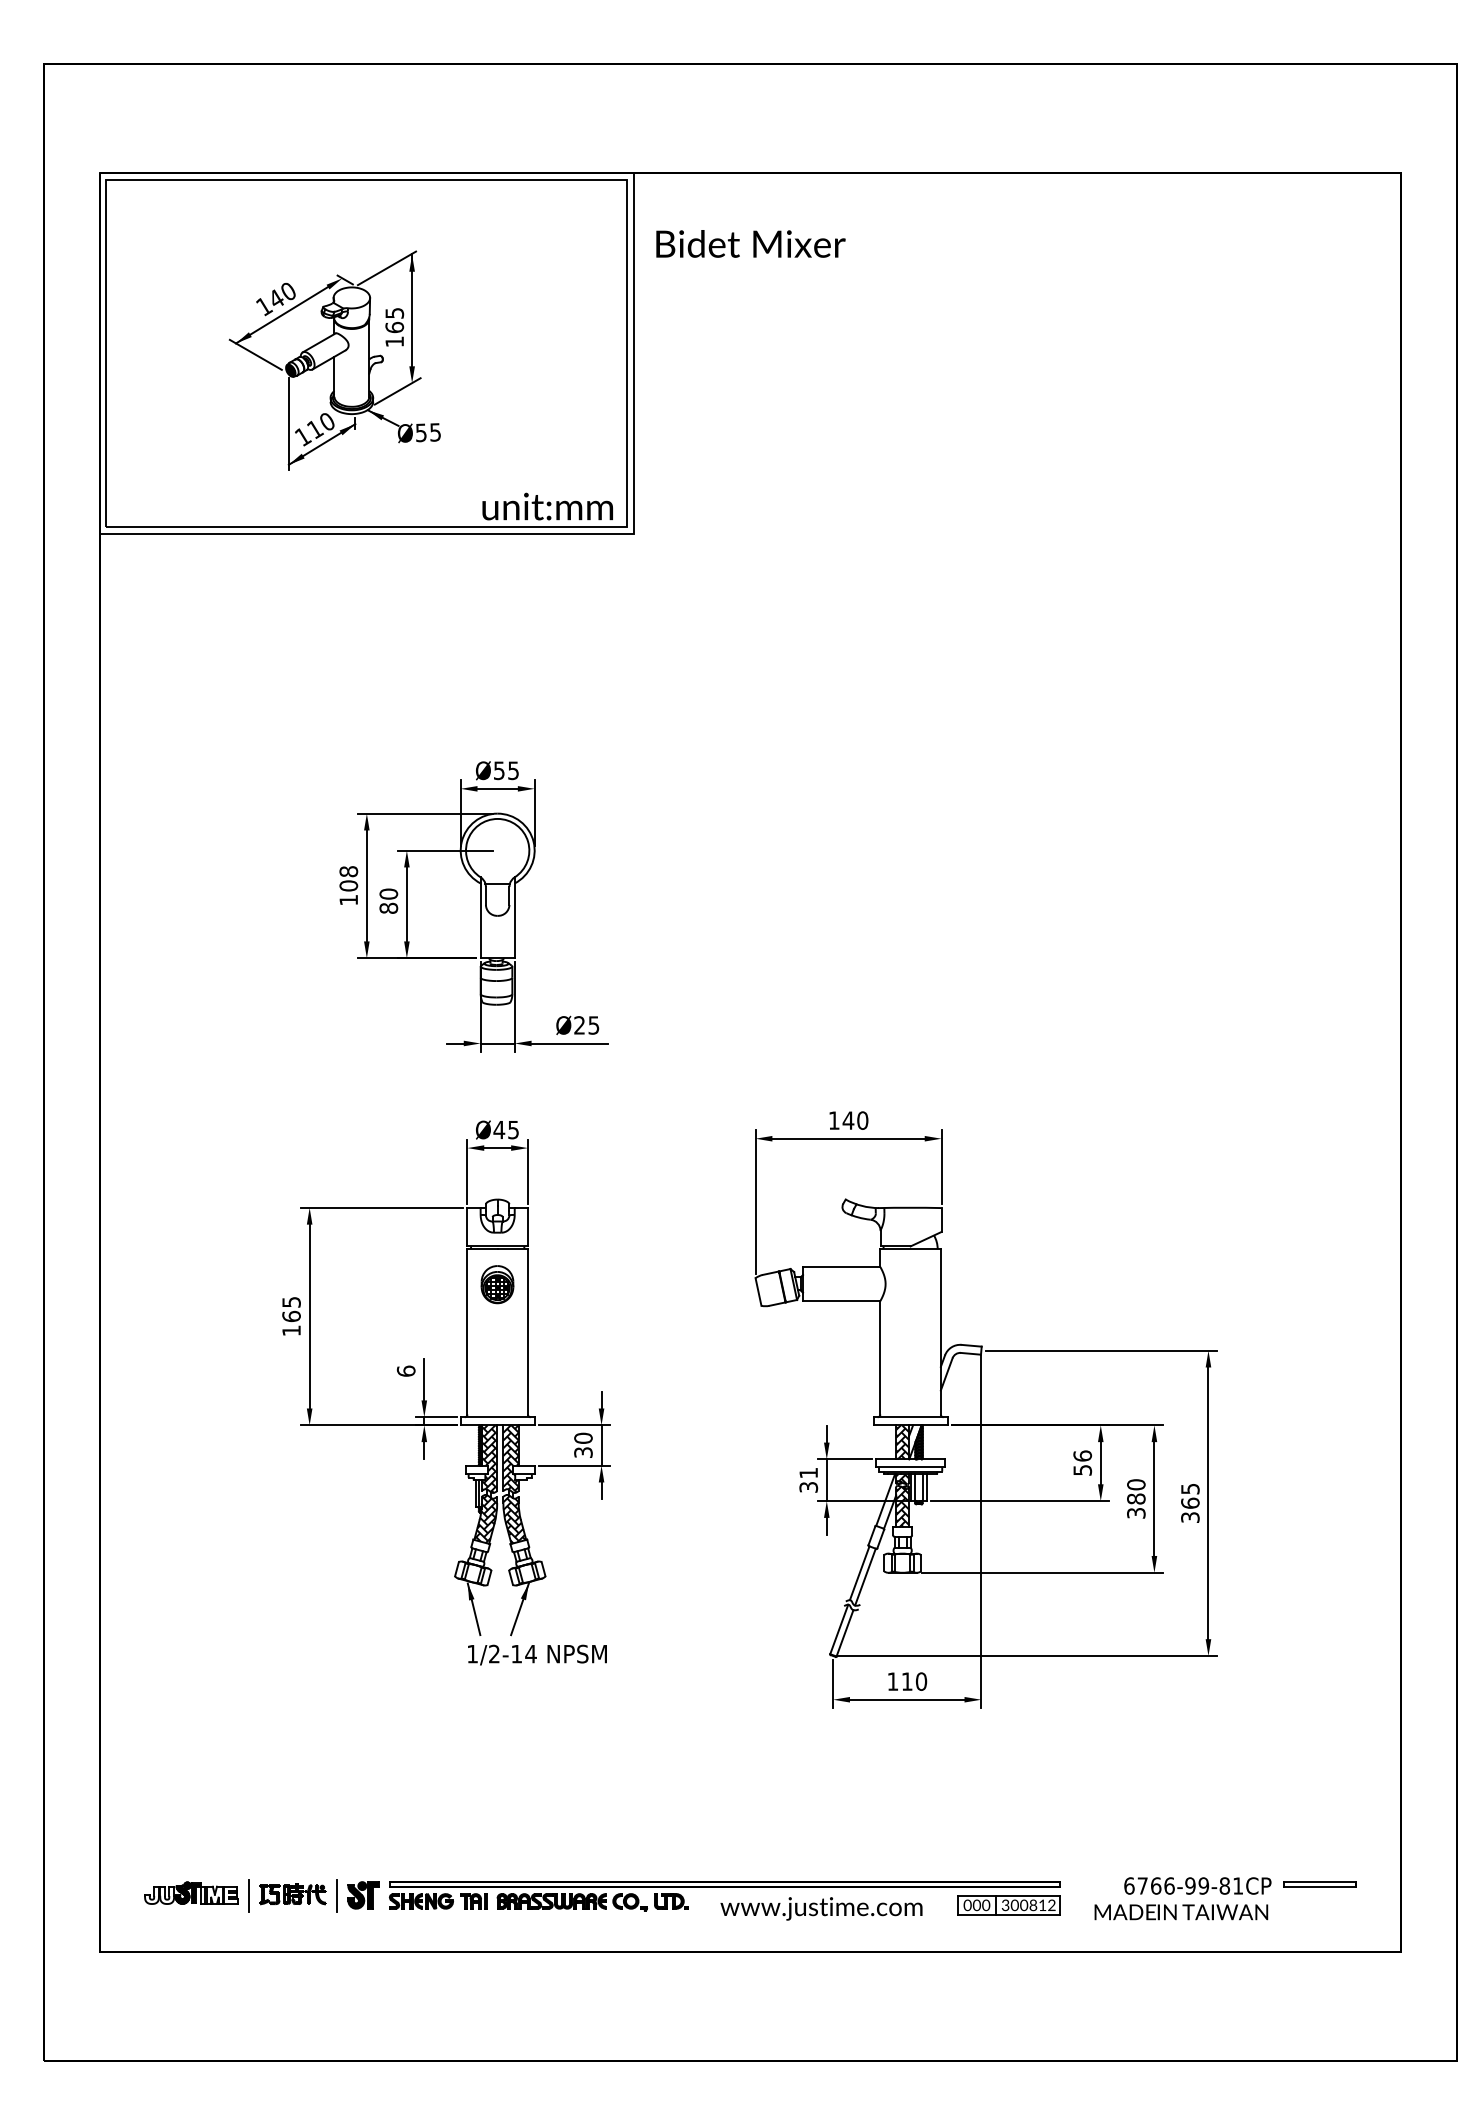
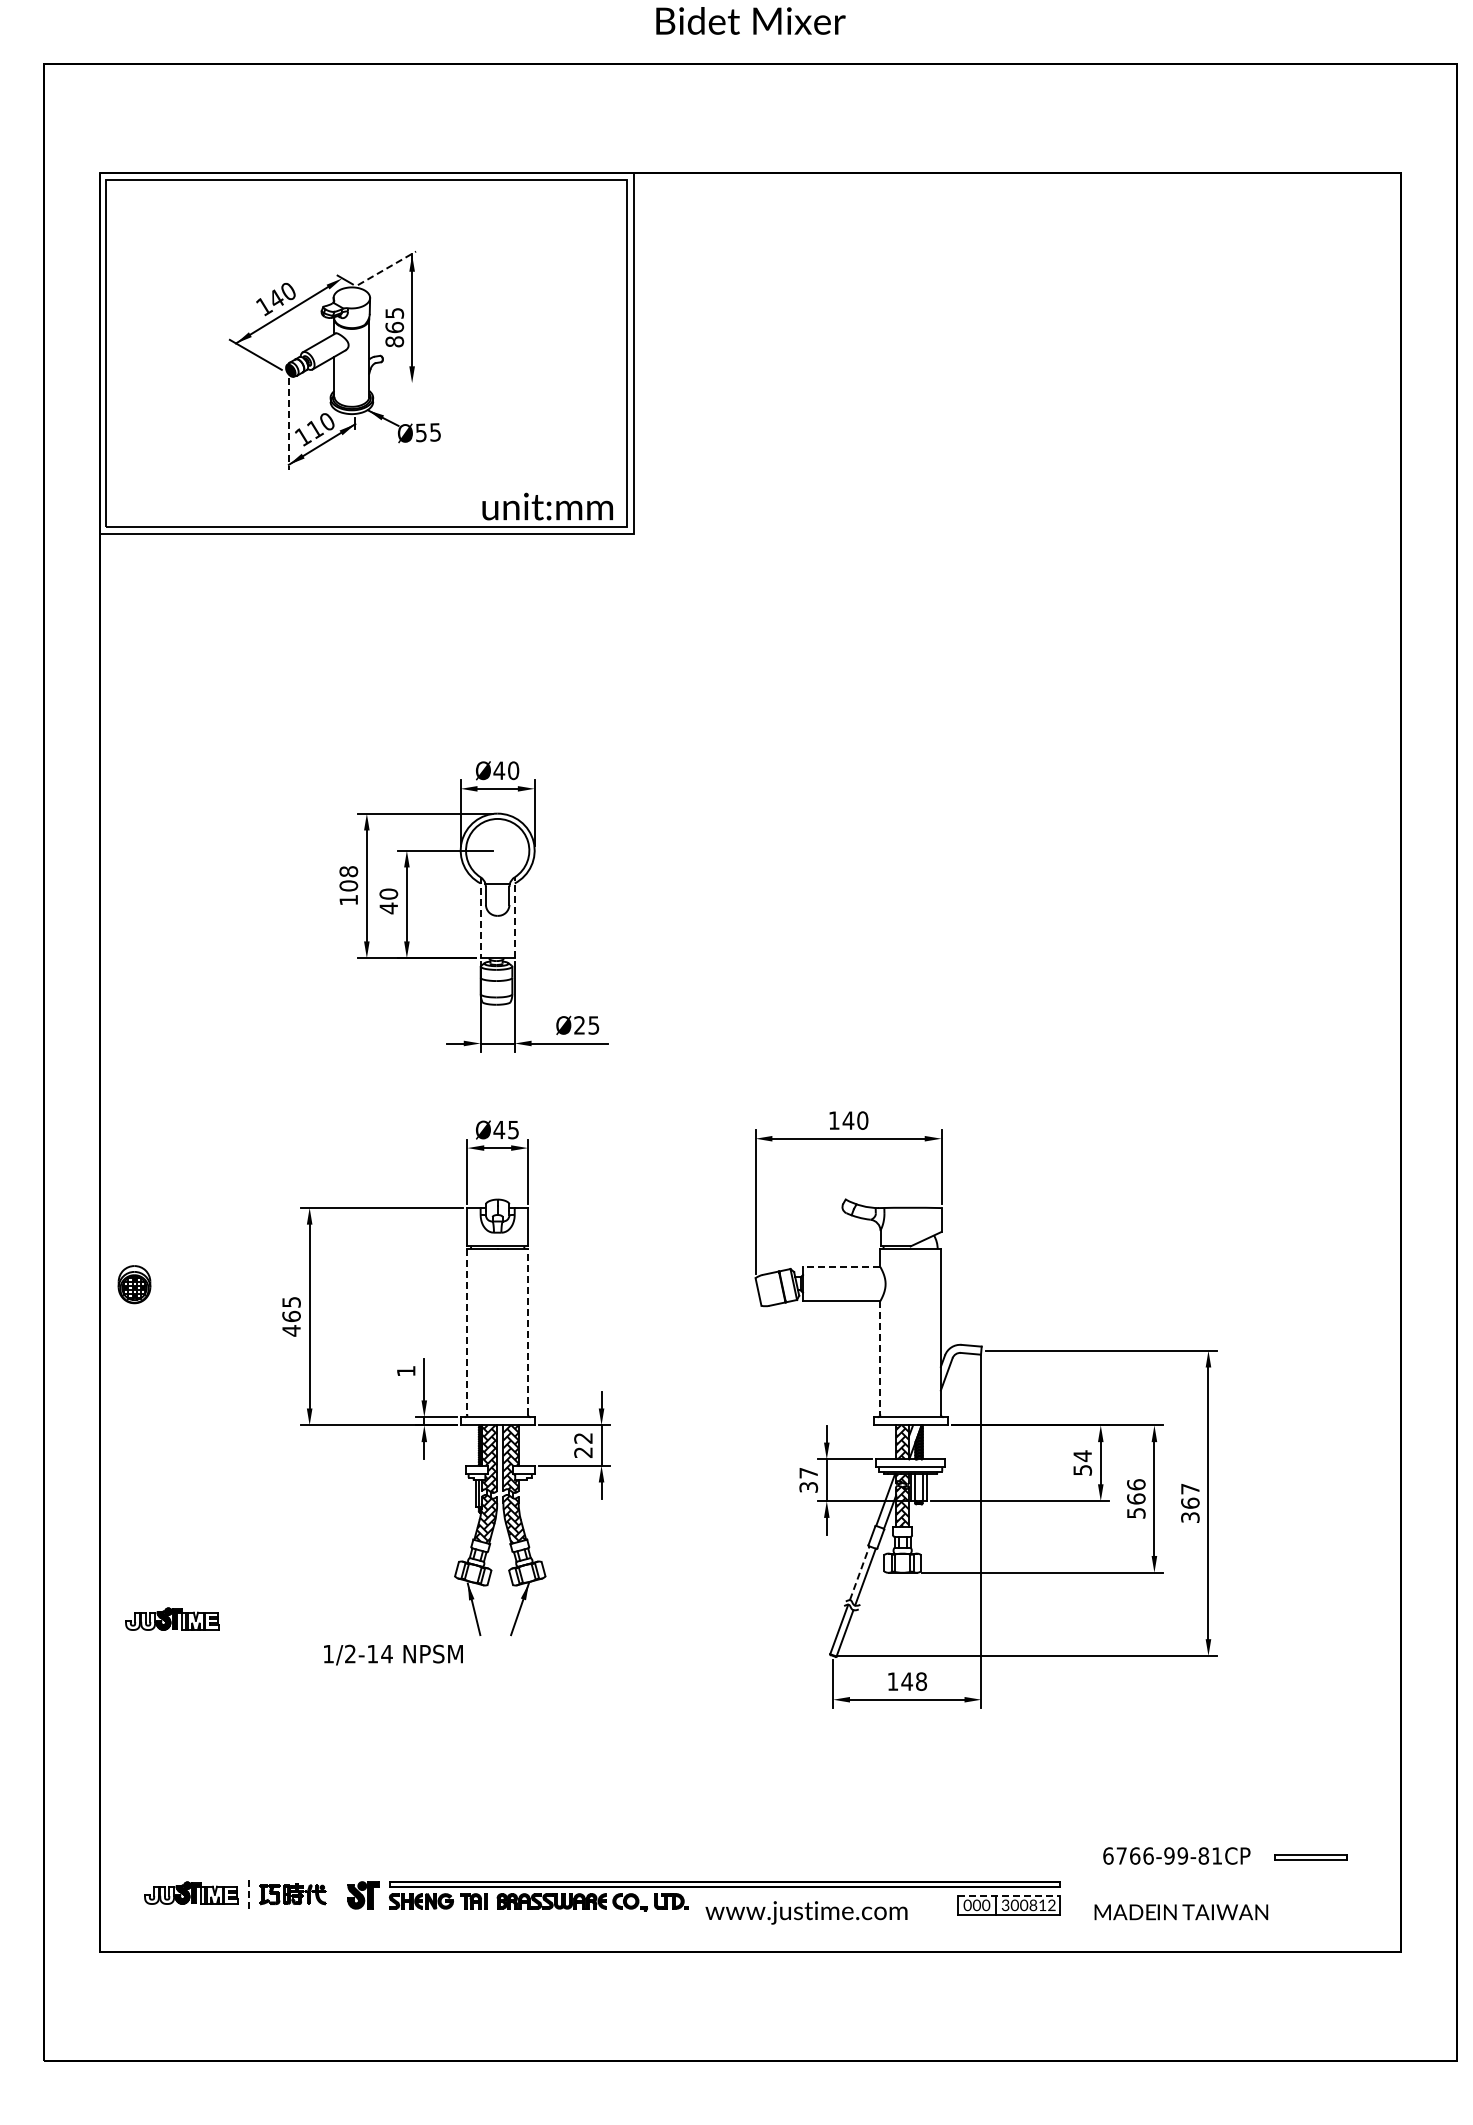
text at (750, 243) position: (750, 243) -> (750, 20)
line at (386, 268): solid -> dashed
text at (394, 341): 165 -> 865
line at (397, 391): present -> none
line at (288, 423): solid -> dashed
text at (506, 770): Ø55 -> Ø40
text at (388, 908): 80 -> 40
line at (514, 917): solid -> dashed
line at (480, 918): solid -> dashed
line at (841, 1266): solid -> dashed
part at (497, 1284) position: (497, 1284) -> (134, 1284)
text at (291, 1330): 165 -> 465
line at (467, 1331): solid -> dashed
line at (527, 1331): solid -> dashed
line at (880, 1357): solid -> dashed
text at (405, 1370): 6 -> 1
text at (583, 1444): 30 -> 22
text at (1082, 1456): 56 -> 54
text at (808, 1473): 31 -> 37
text at (1190, 1489): 365 -> 367
text at (1136, 1498): 380 -> 566
line at (859, 1573): solid -> dashed
part at (172, 1618): none -> present
text at (537, 1654) position: (537, 1654) -> (393, 1654)
text at (914, 1681): 110 -> 148
part at (1319, 1884) position: (1319, 1884) -> (1310, 1857)
text at (1197, 1885) position: (1197, 1885) -> (1176, 1855)
line at (1009, 1895): solid -> dashed
line at (249, 1896): solid -> dashed
line at (337, 1896): present -> none
text at (821, 1908) position: (821, 1908) -> (806, 1912)
